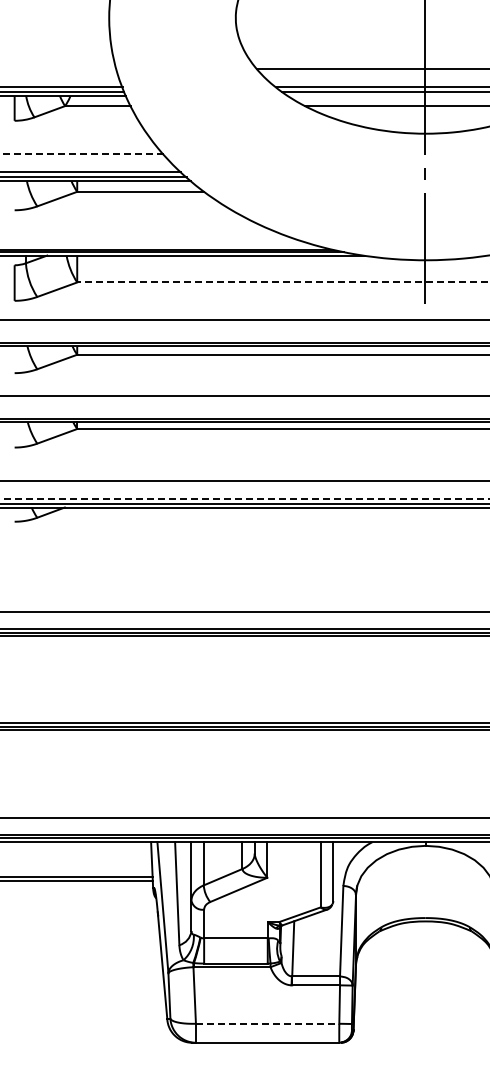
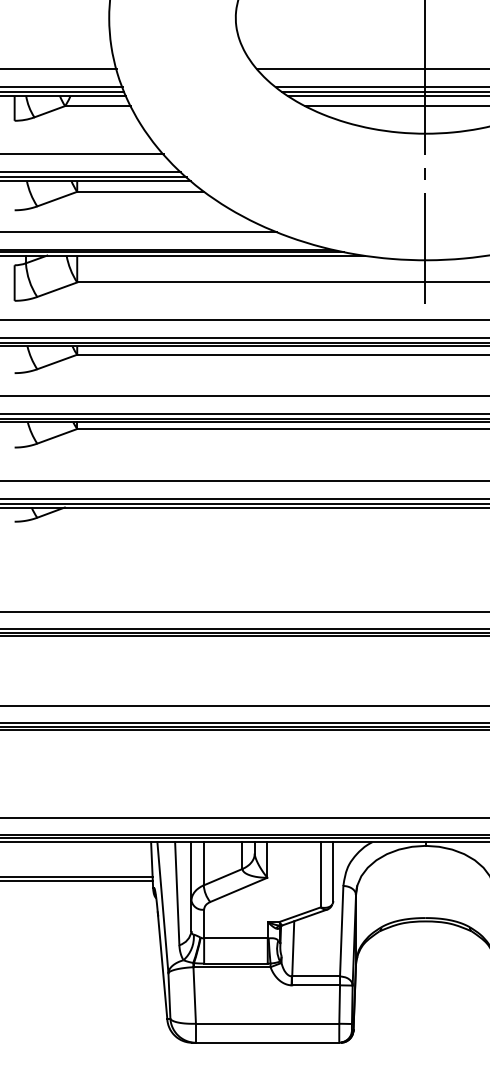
line at (59, 69): none -> present
line at (386, 95): none -> present
line at (82, 154): dashed -> solid
line at (139, 231): none -> present
line at (283, 282): dashed -> solid
line at (244, 337): none -> present
line at (244, 413): none -> present
line at (245, 498): dashed -> solid
line at (244, 705): none -> present
line at (267, 1023): dashed -> solid
